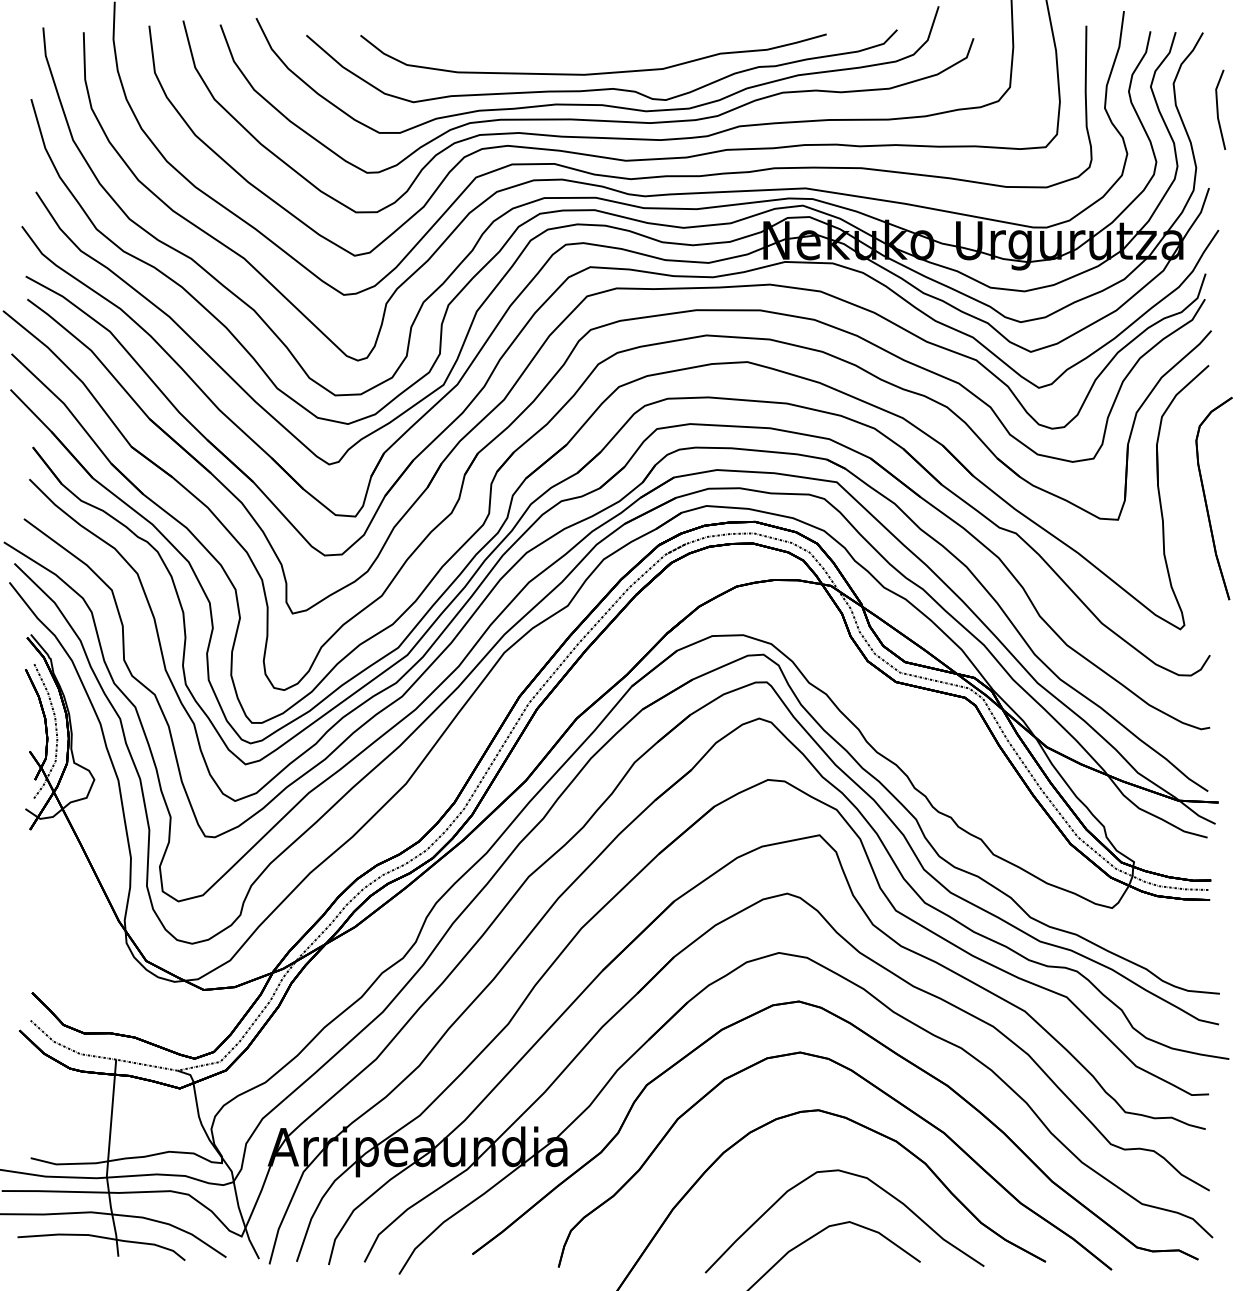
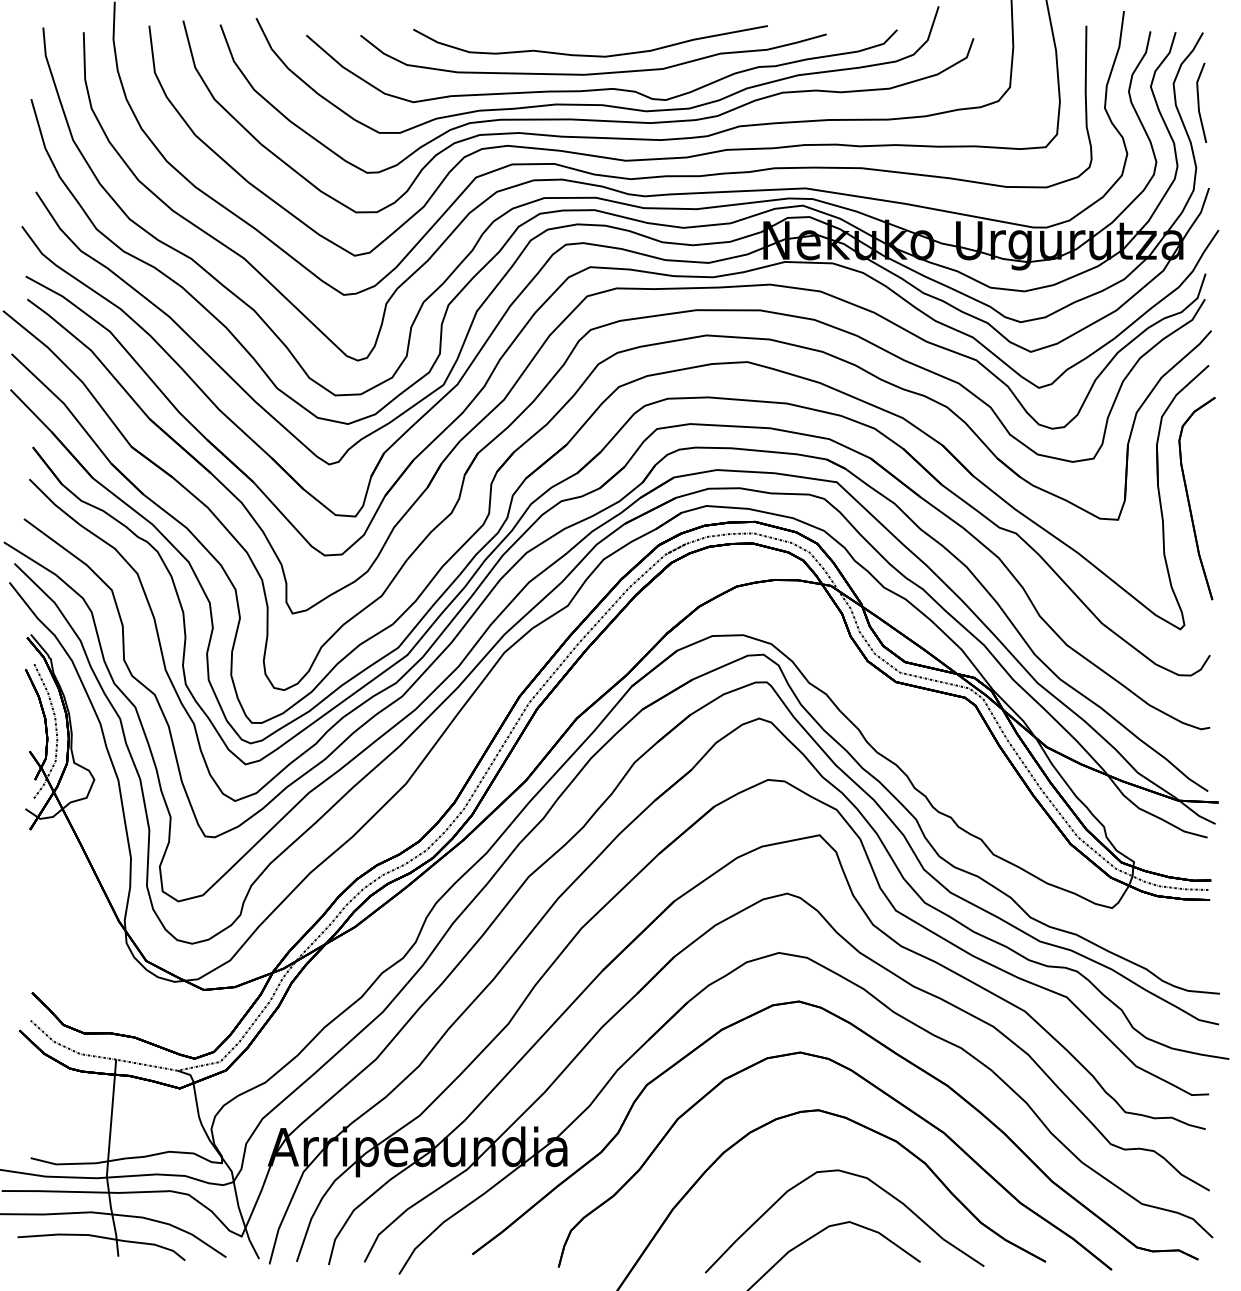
part at (585, 54): none -> present
line at (1218, 109) position: (1218, 109) -> (1199, 102)
part at (1206, 499) position: (1206, 499) -> (1189, 499)
